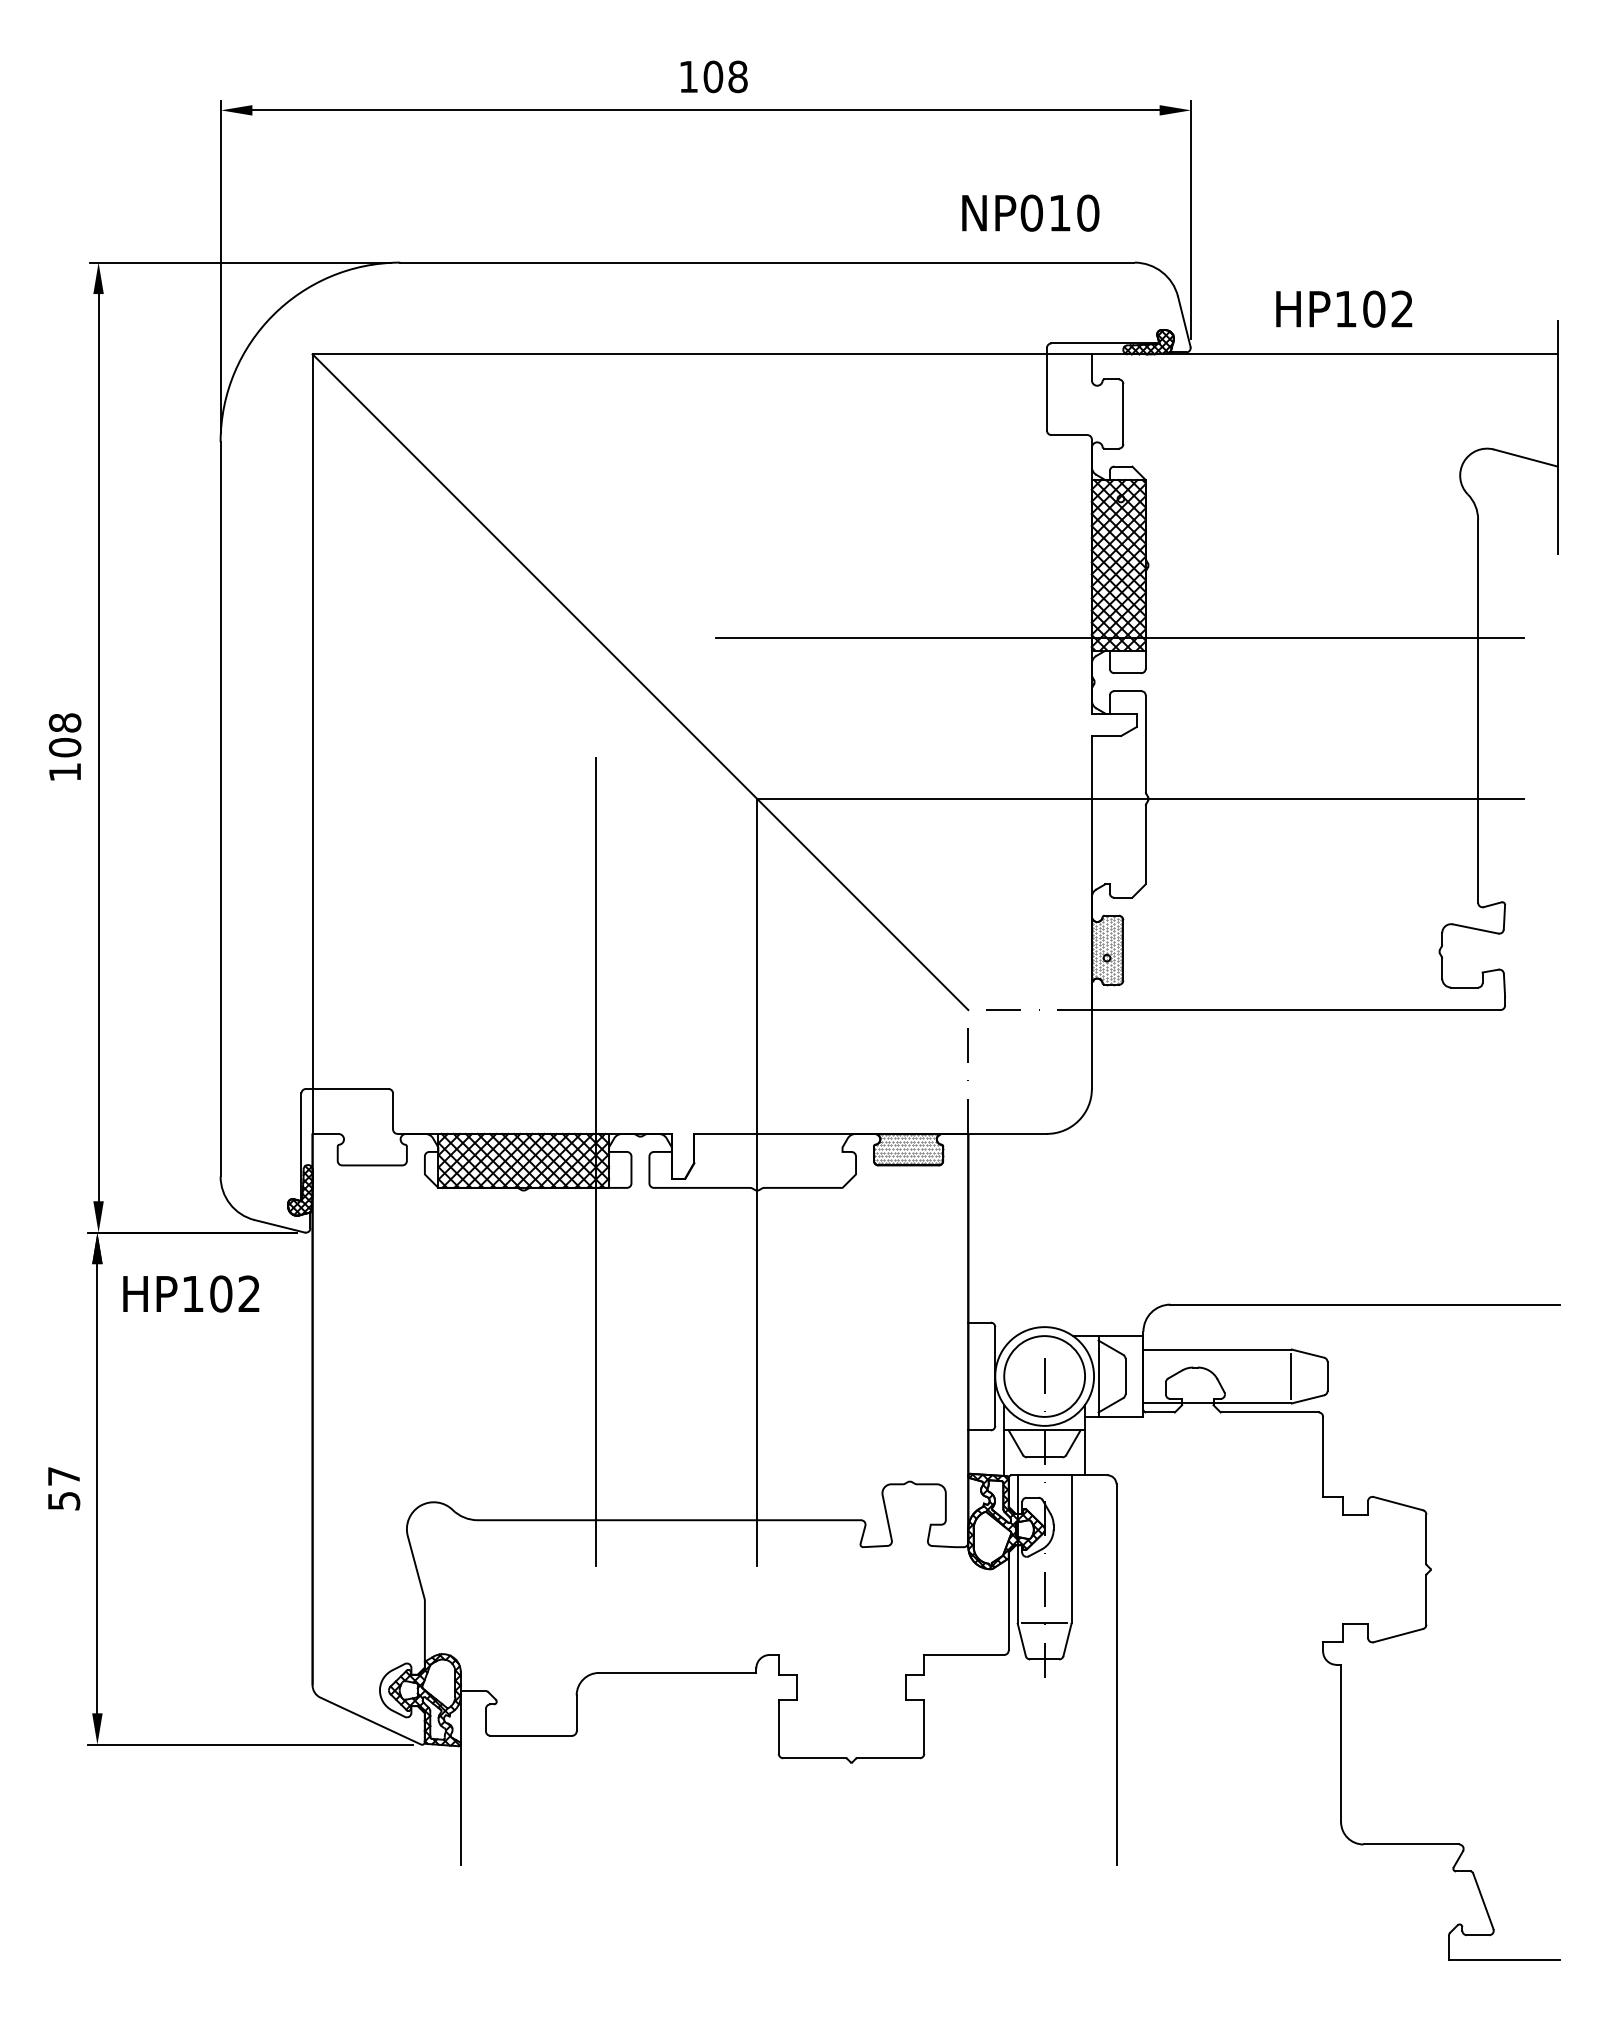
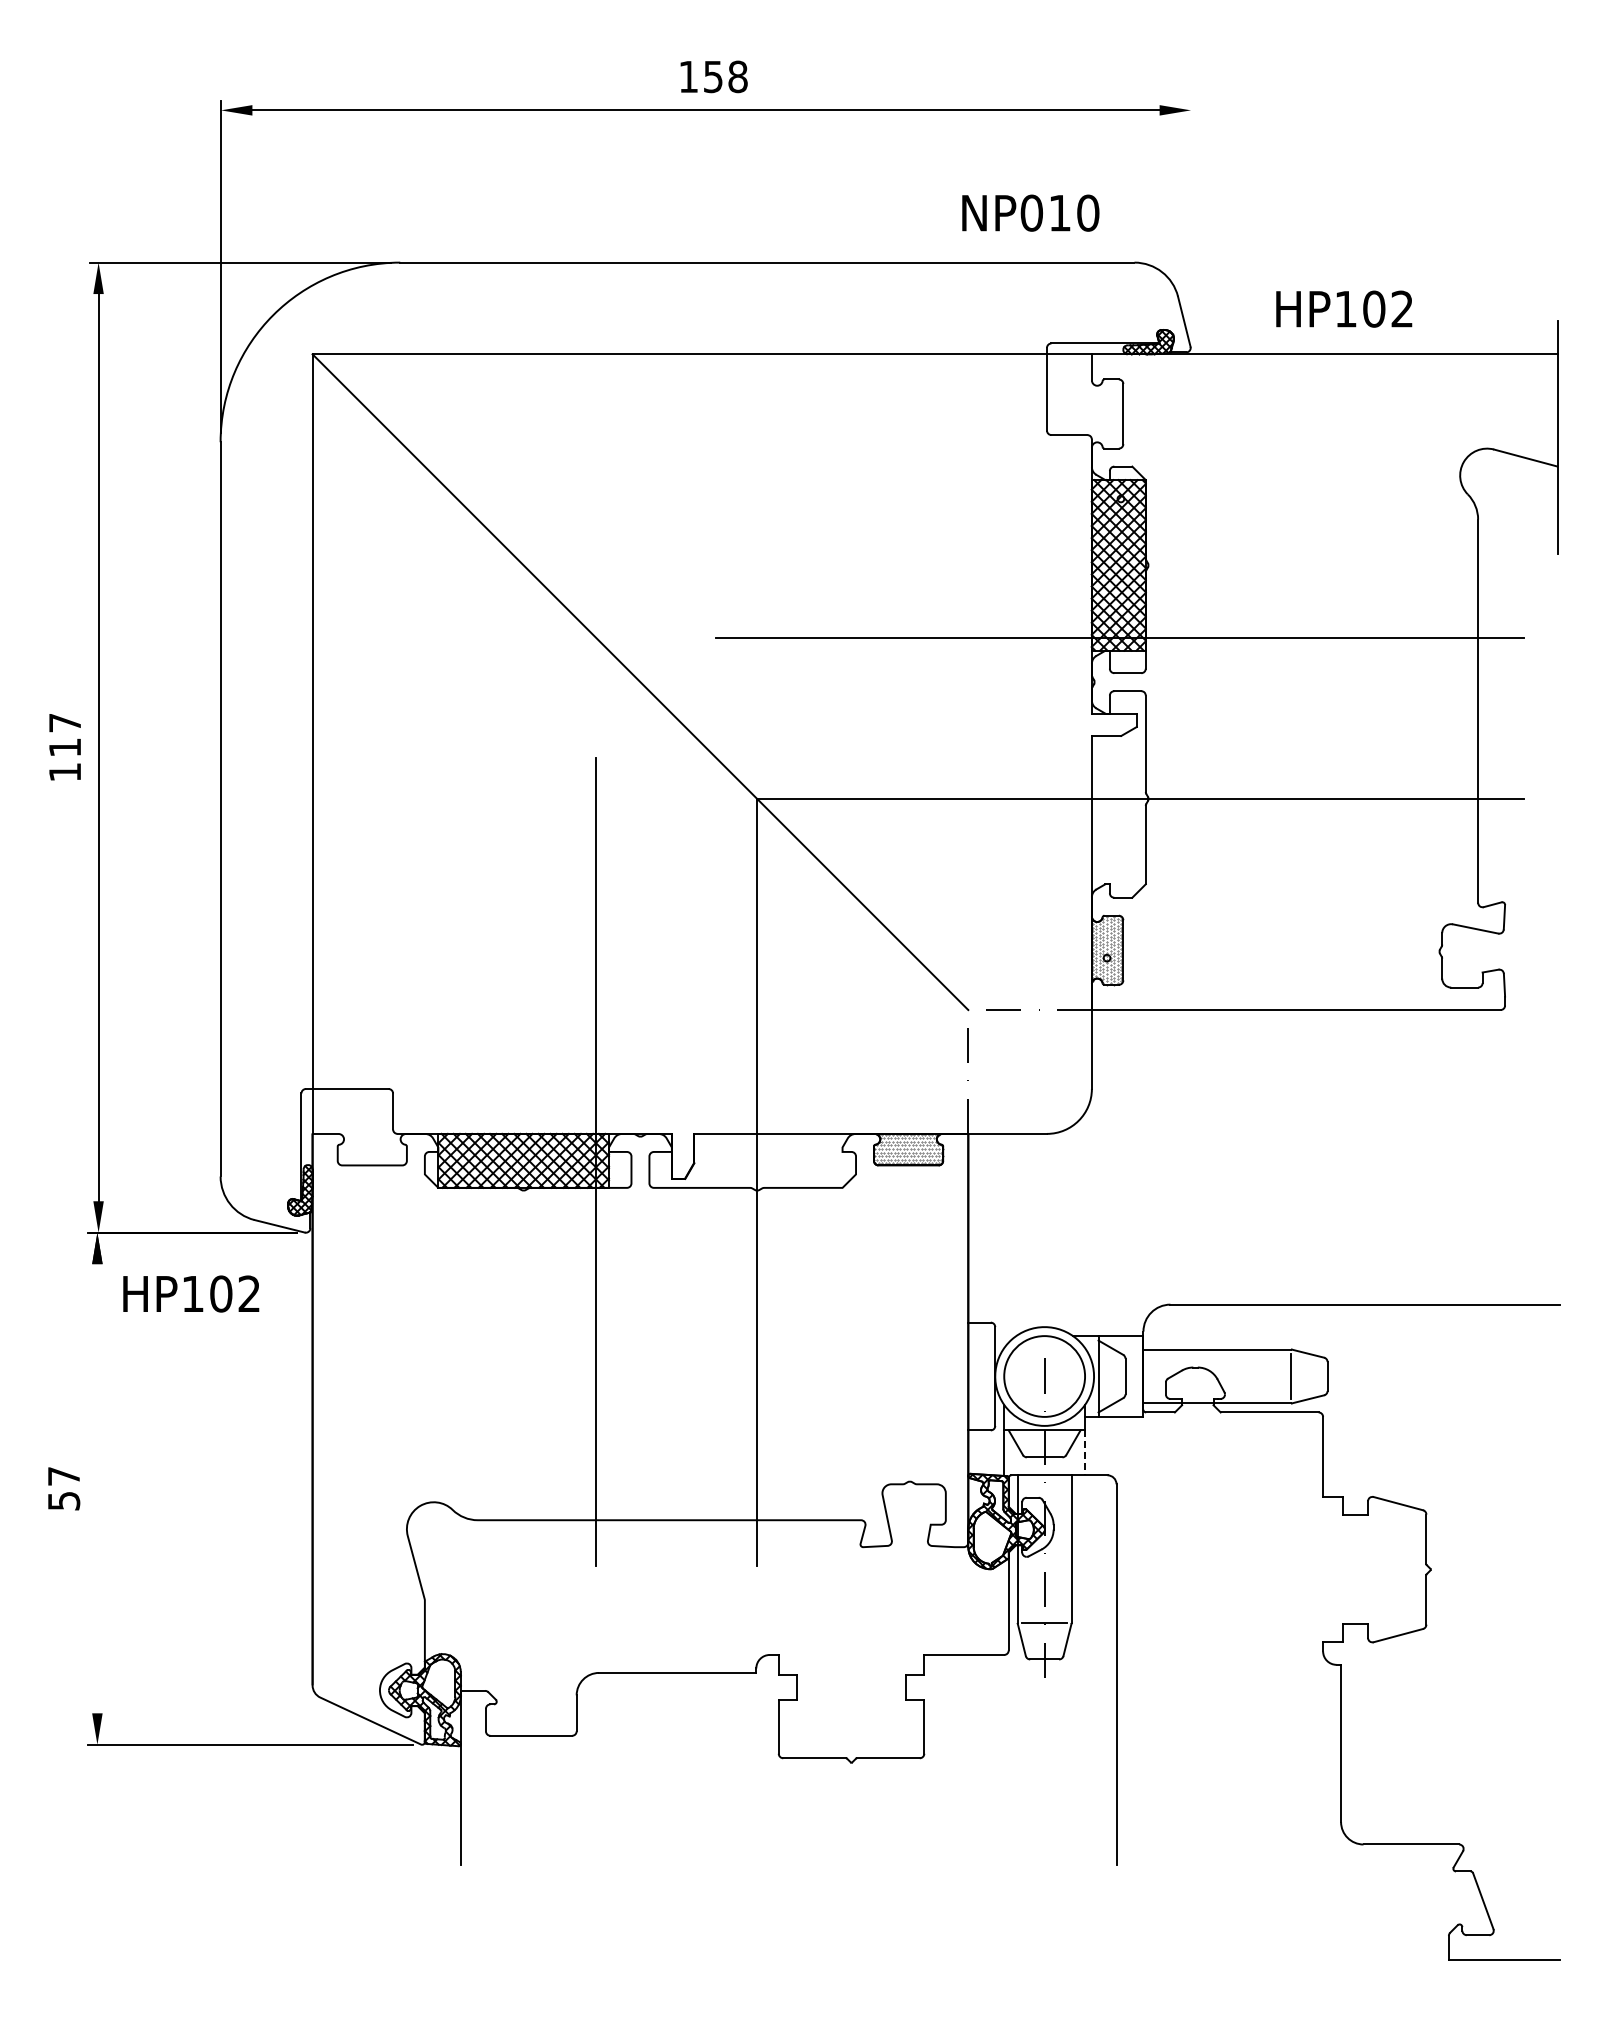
text at (713, 76): 108 -> 158
line at (1191, 220): present -> none
text at (64, 735): 108 -> 117
line at (1085, 1453): solid -> dashed
line at (97, 1488): present -> none
